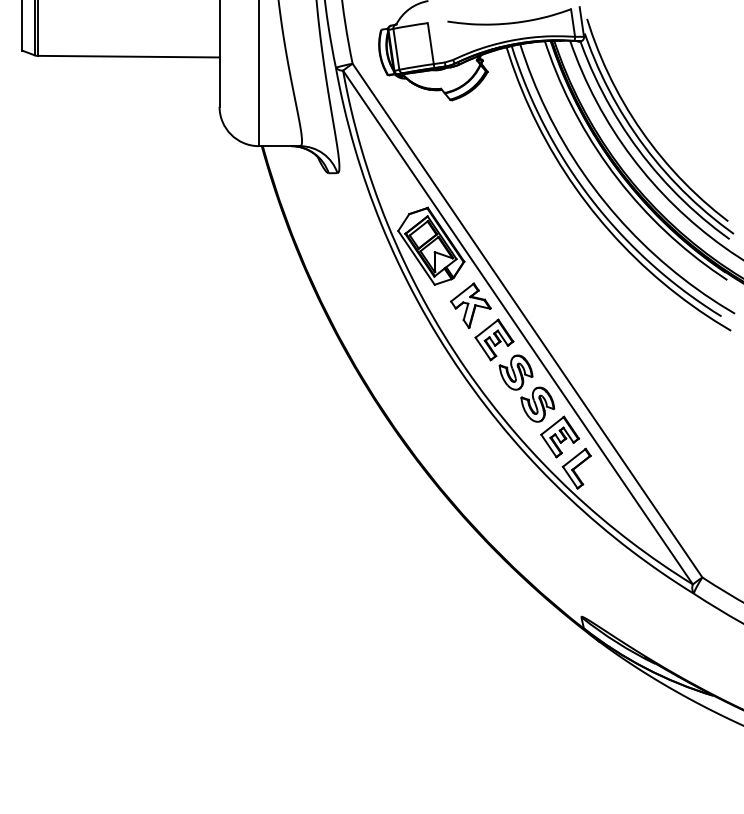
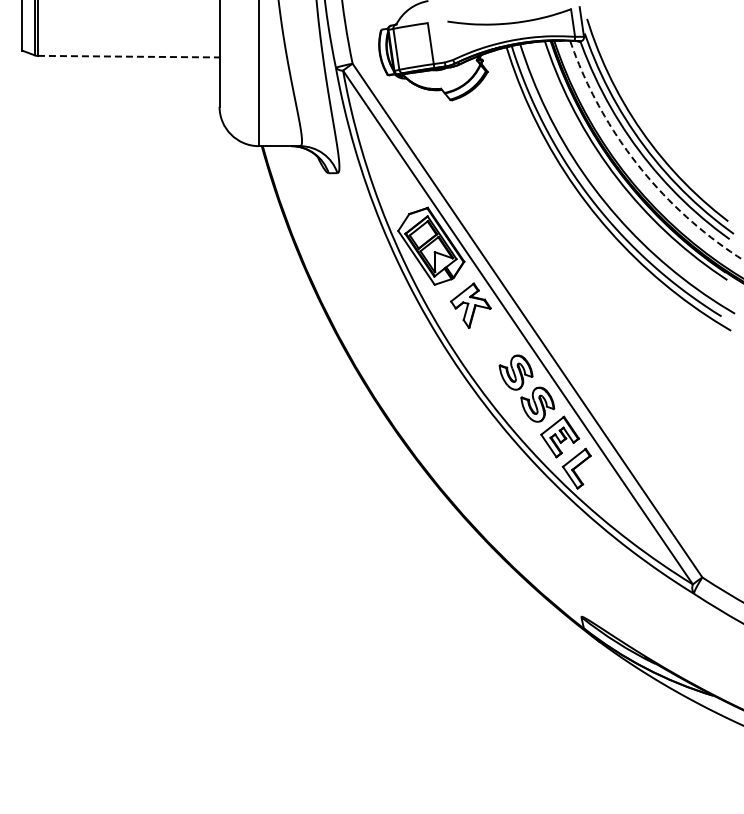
line at (128, 56): solid -> dashed
arc at (639, 167): solid -> dashed
part at (494, 339): present -> none
